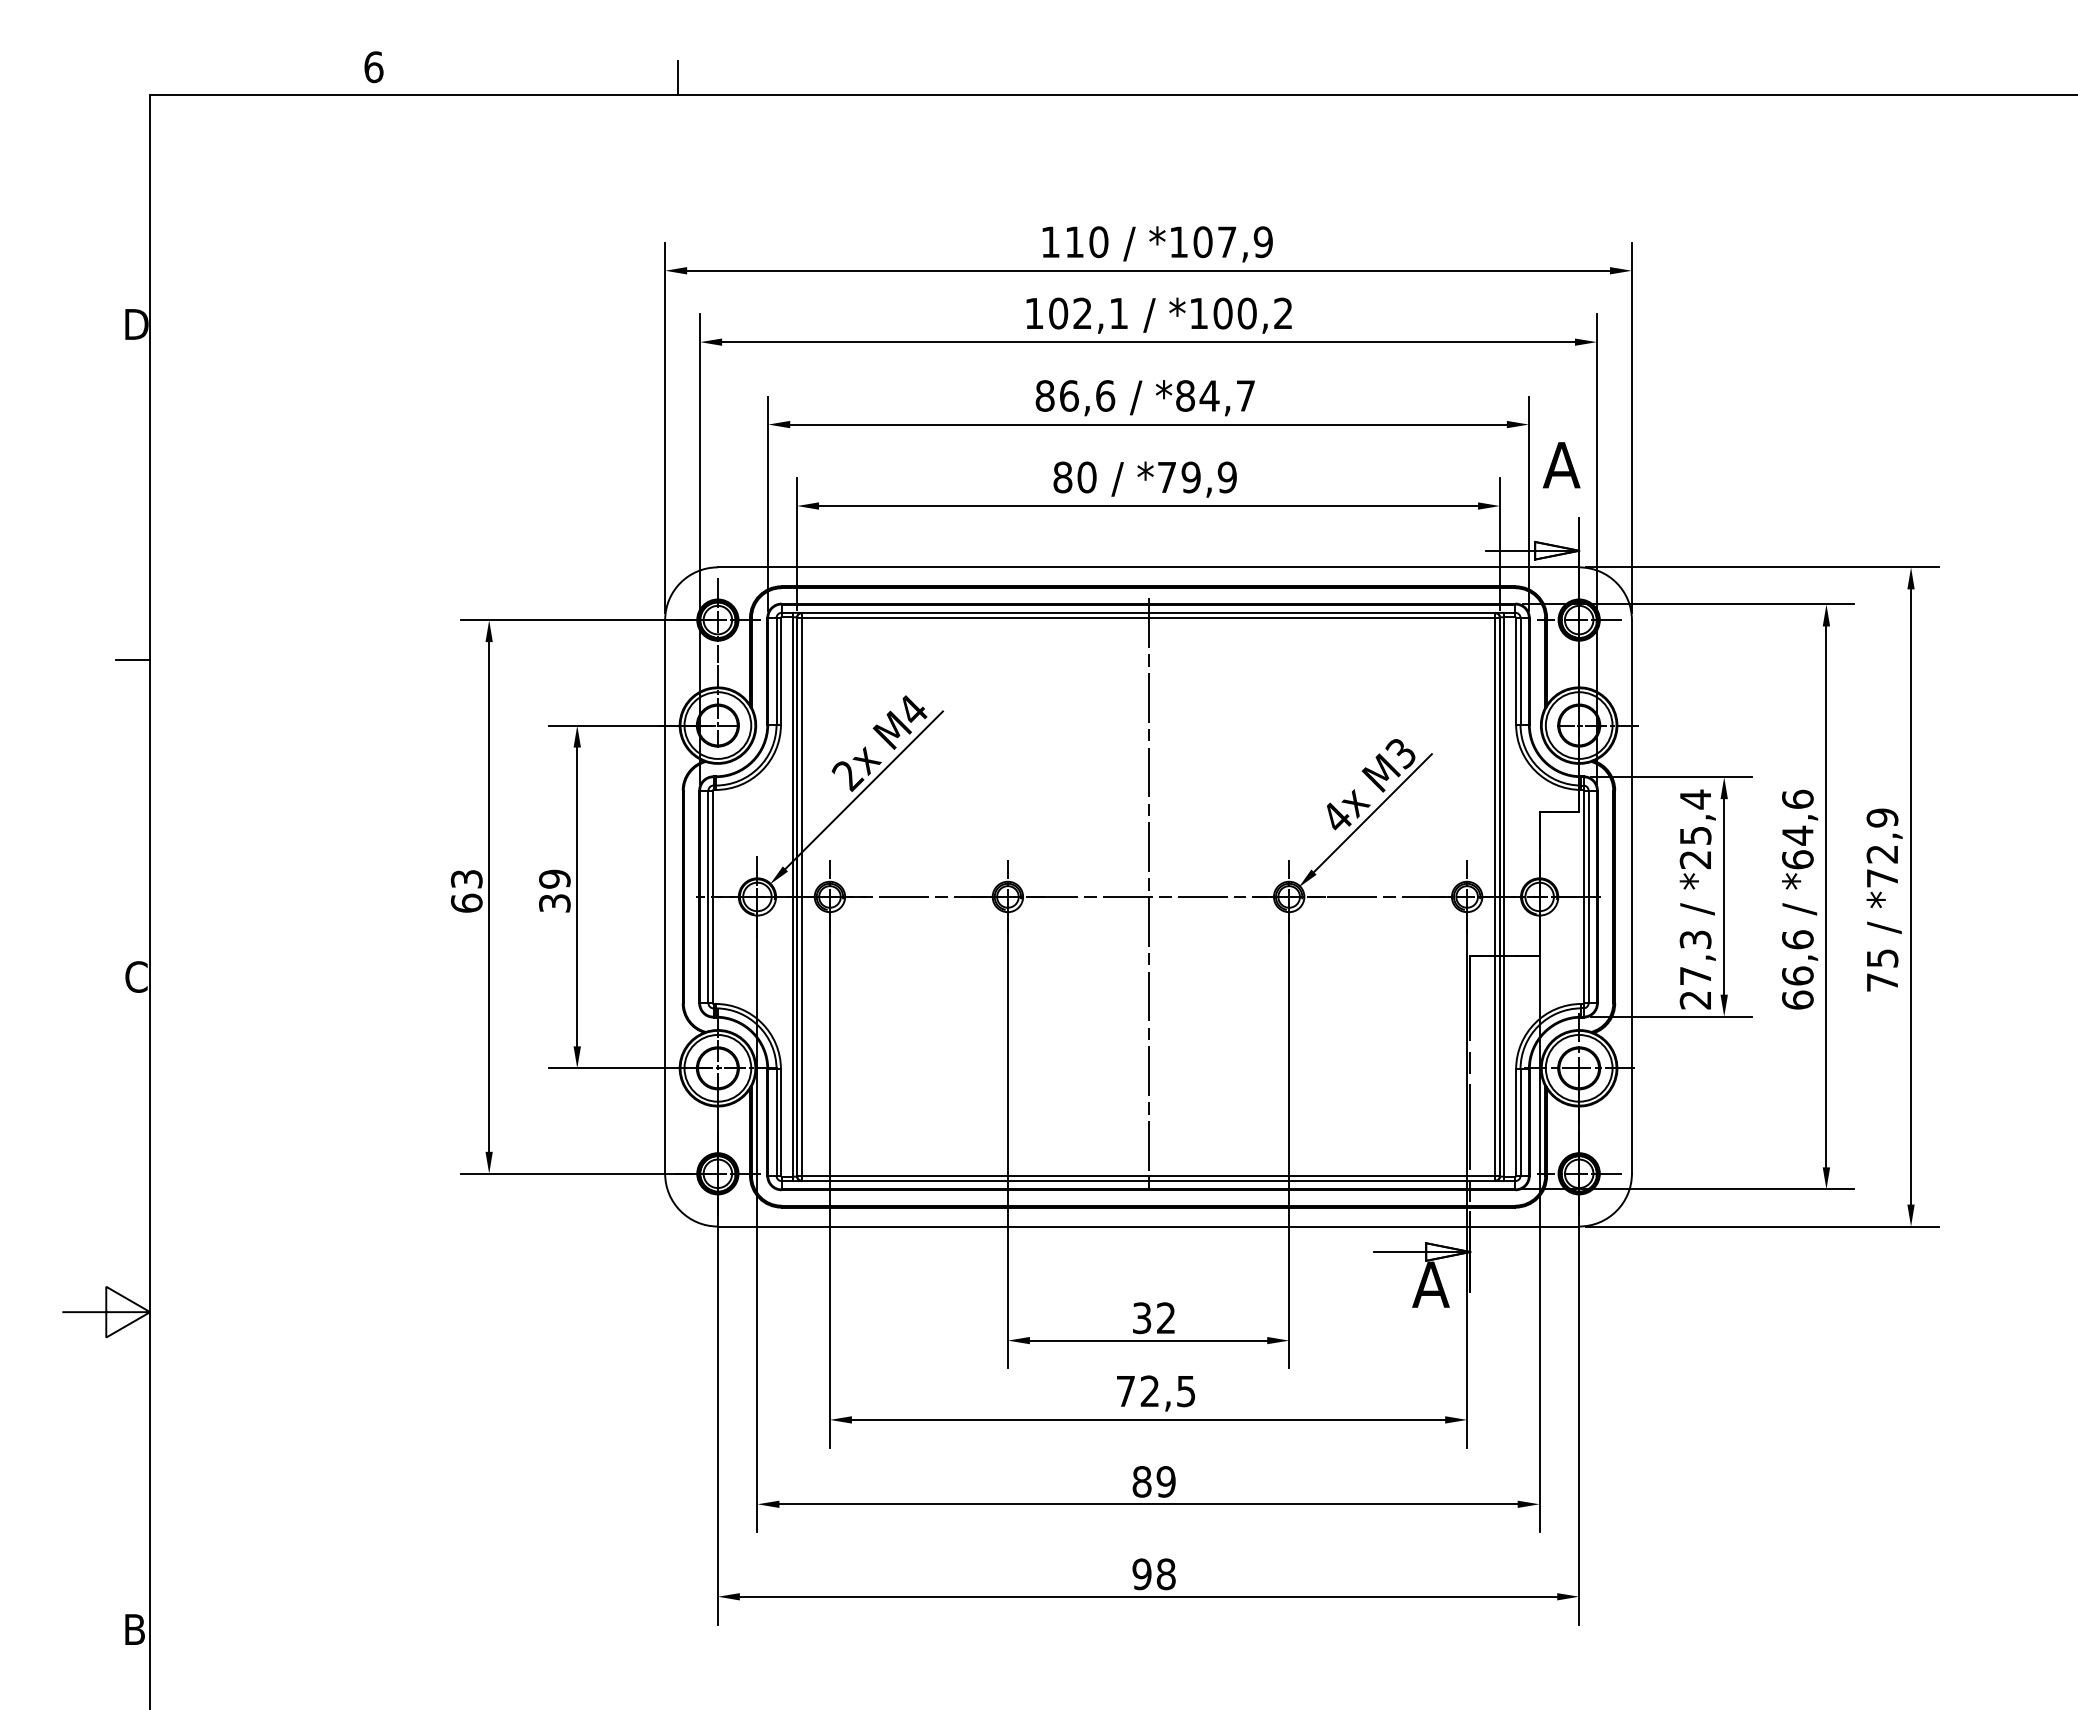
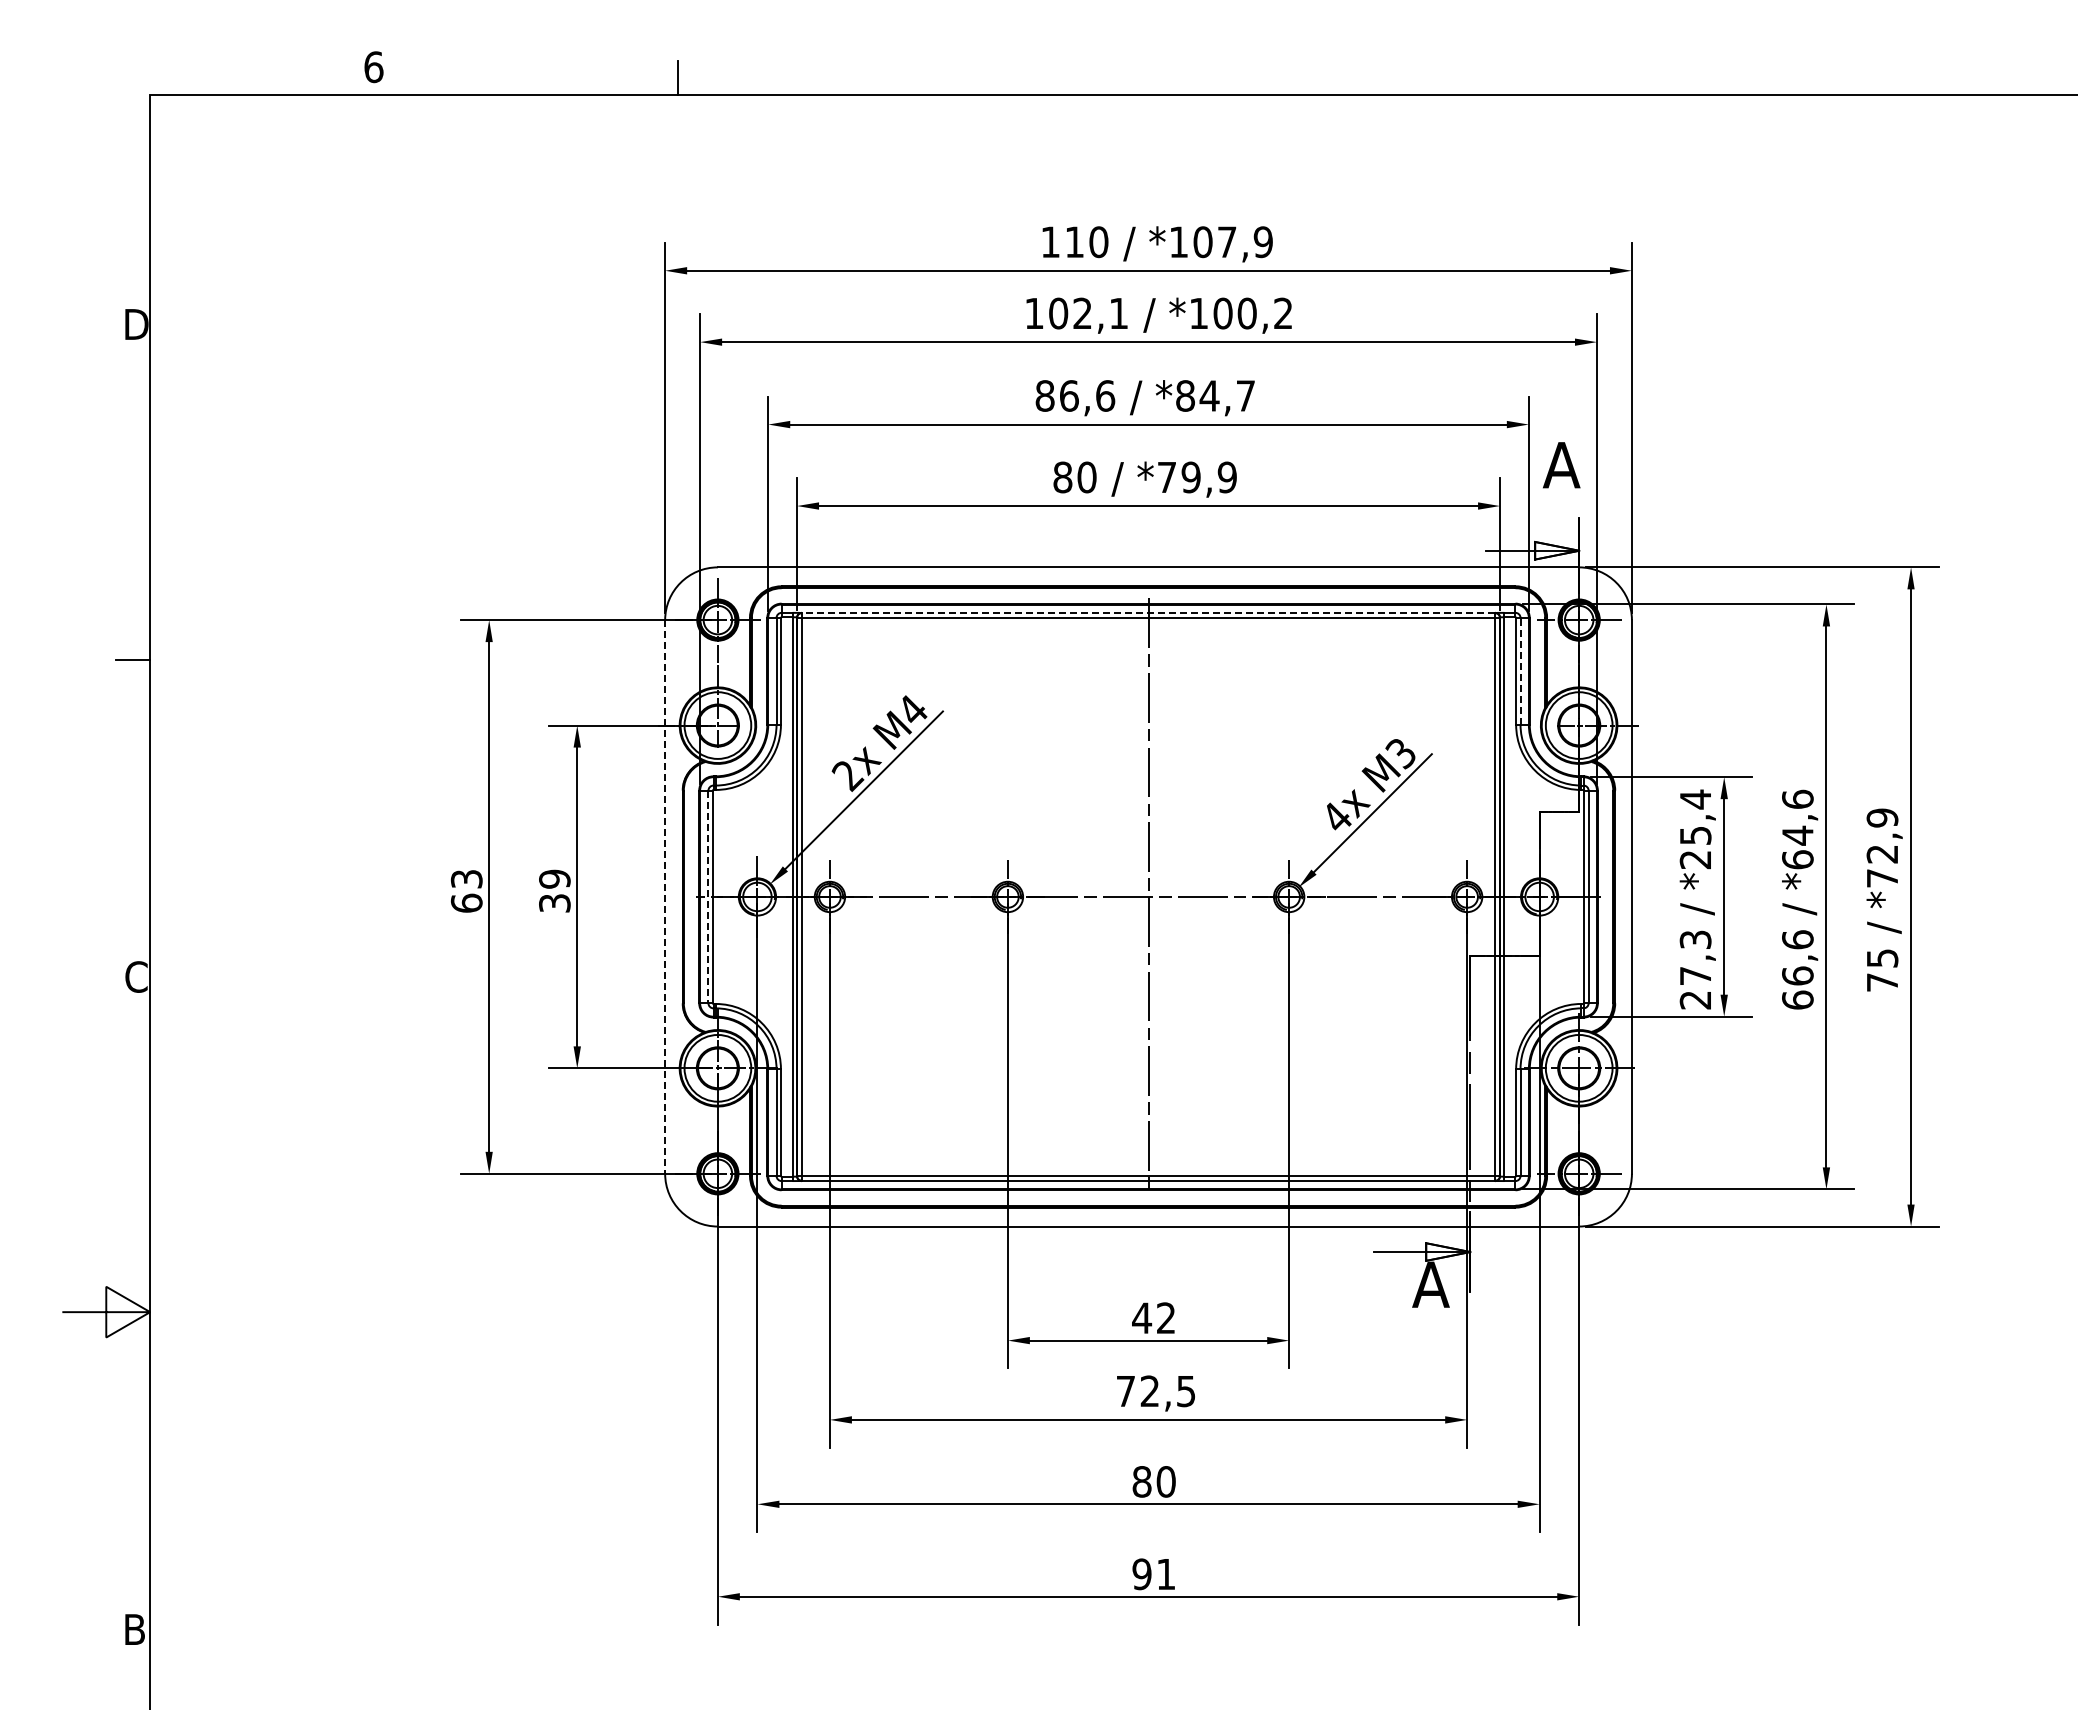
line at (1148, 613): solid -> dashed
line at (1520, 670): solid -> dashed
line at (665, 896): solid -> dashed
line at (708, 897): solid -> dashed
text at (1142, 1318): 32 -> 42
text at (1165, 1481): 89 -> 80
text at (1165, 1574): 98 -> 91
